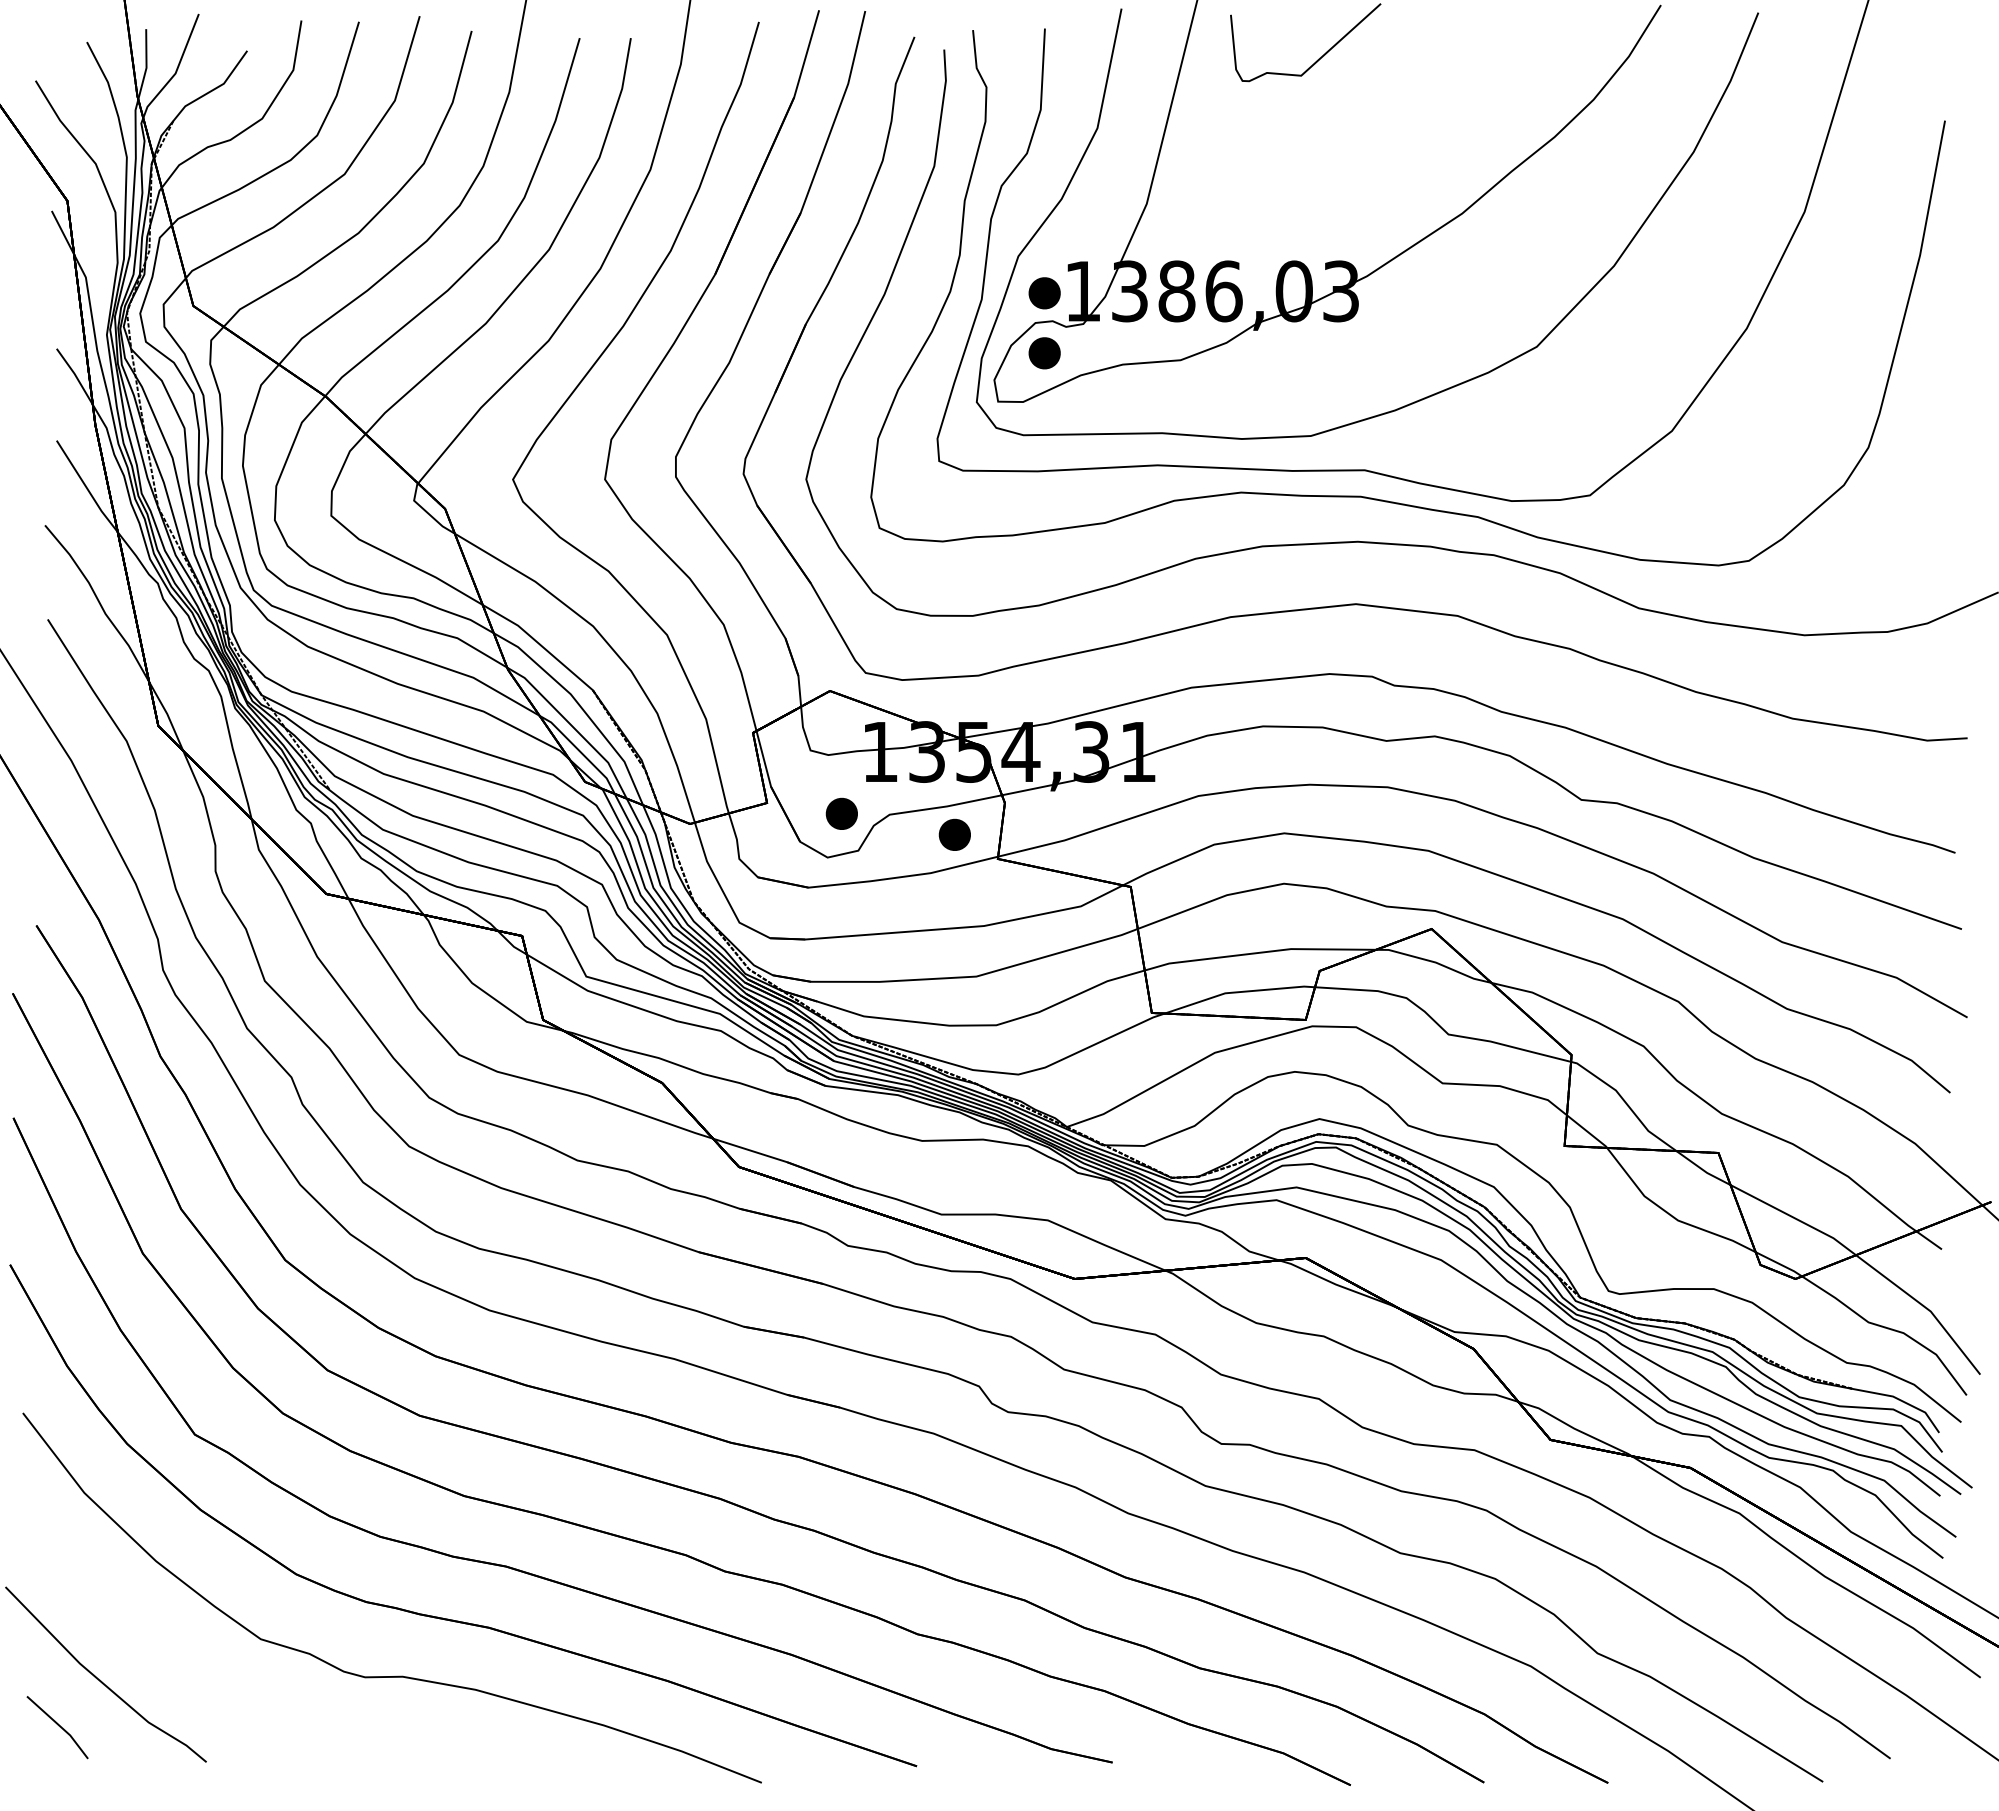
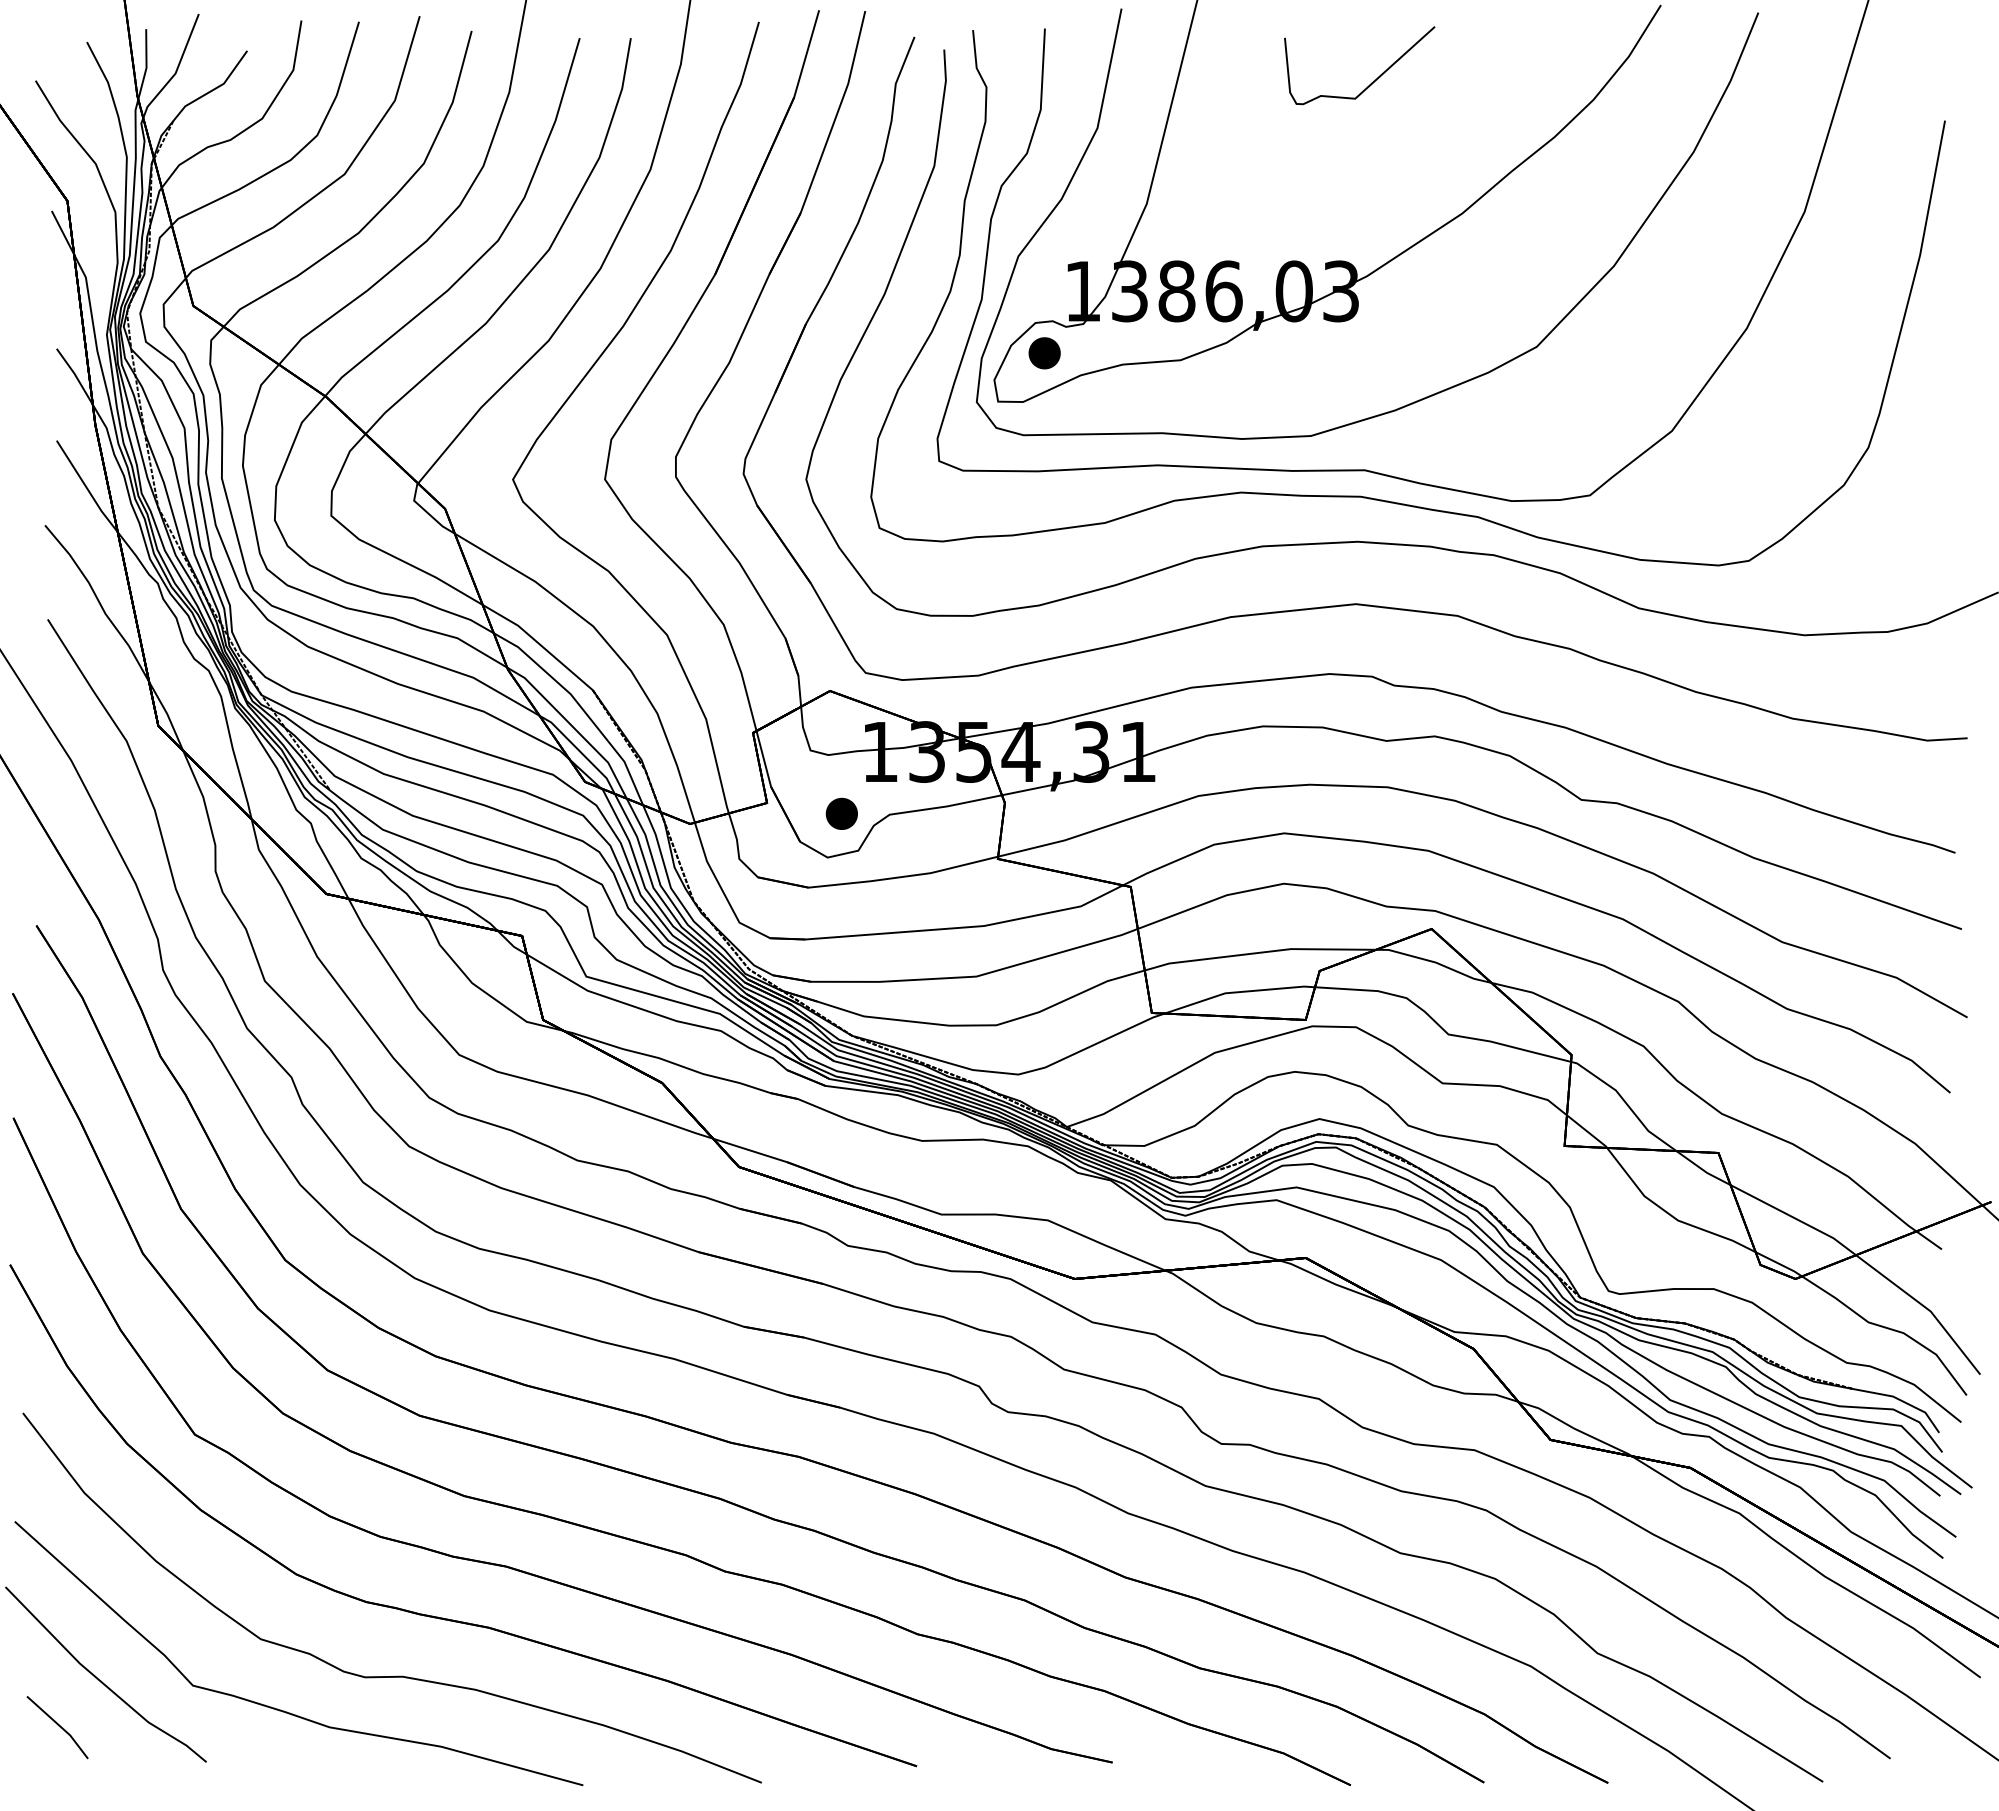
part at (1319, 57) position: (1319, 57) -> (1373, 80)
part at (1044, 293): present -> none
part at (954, 834): present -> none
part at (284, 1710): none -> present
